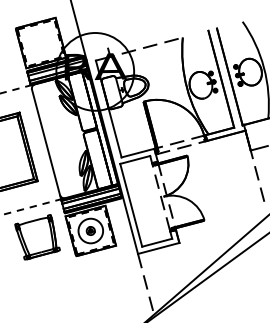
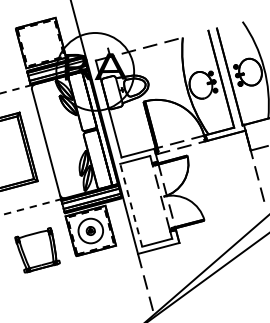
line at (131, 205): solid -> dashed
part at (37, 237) position: (37, 237) -> (37, 250)
